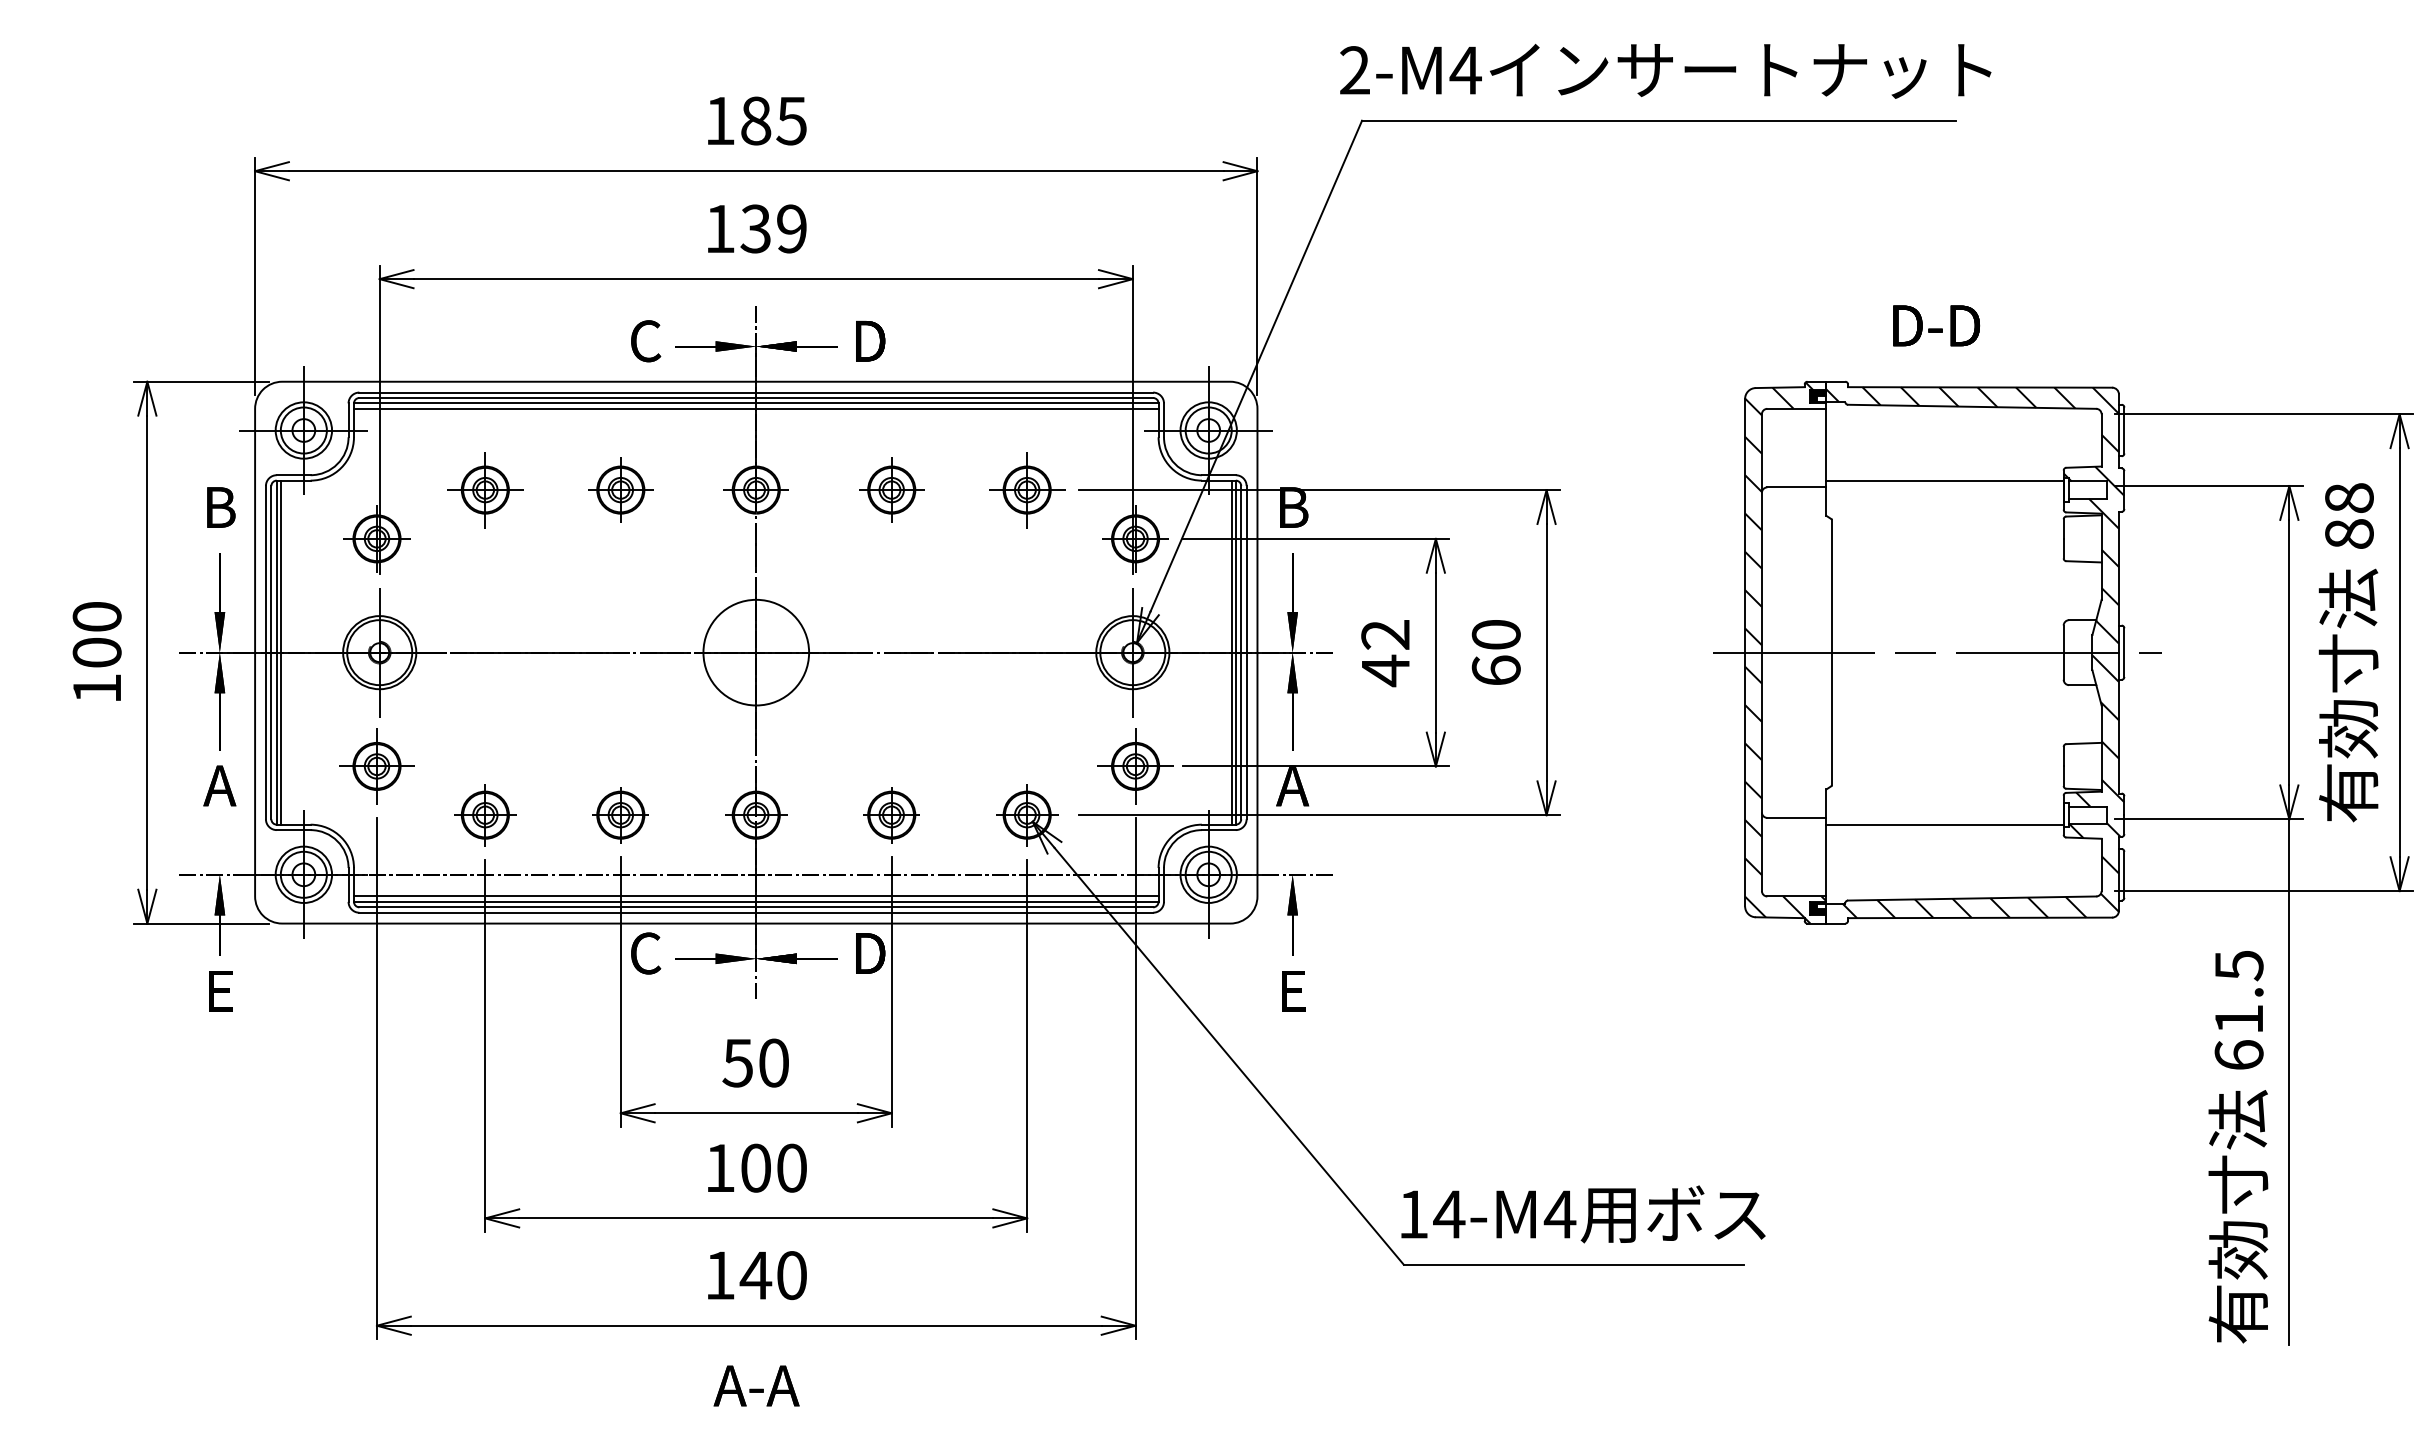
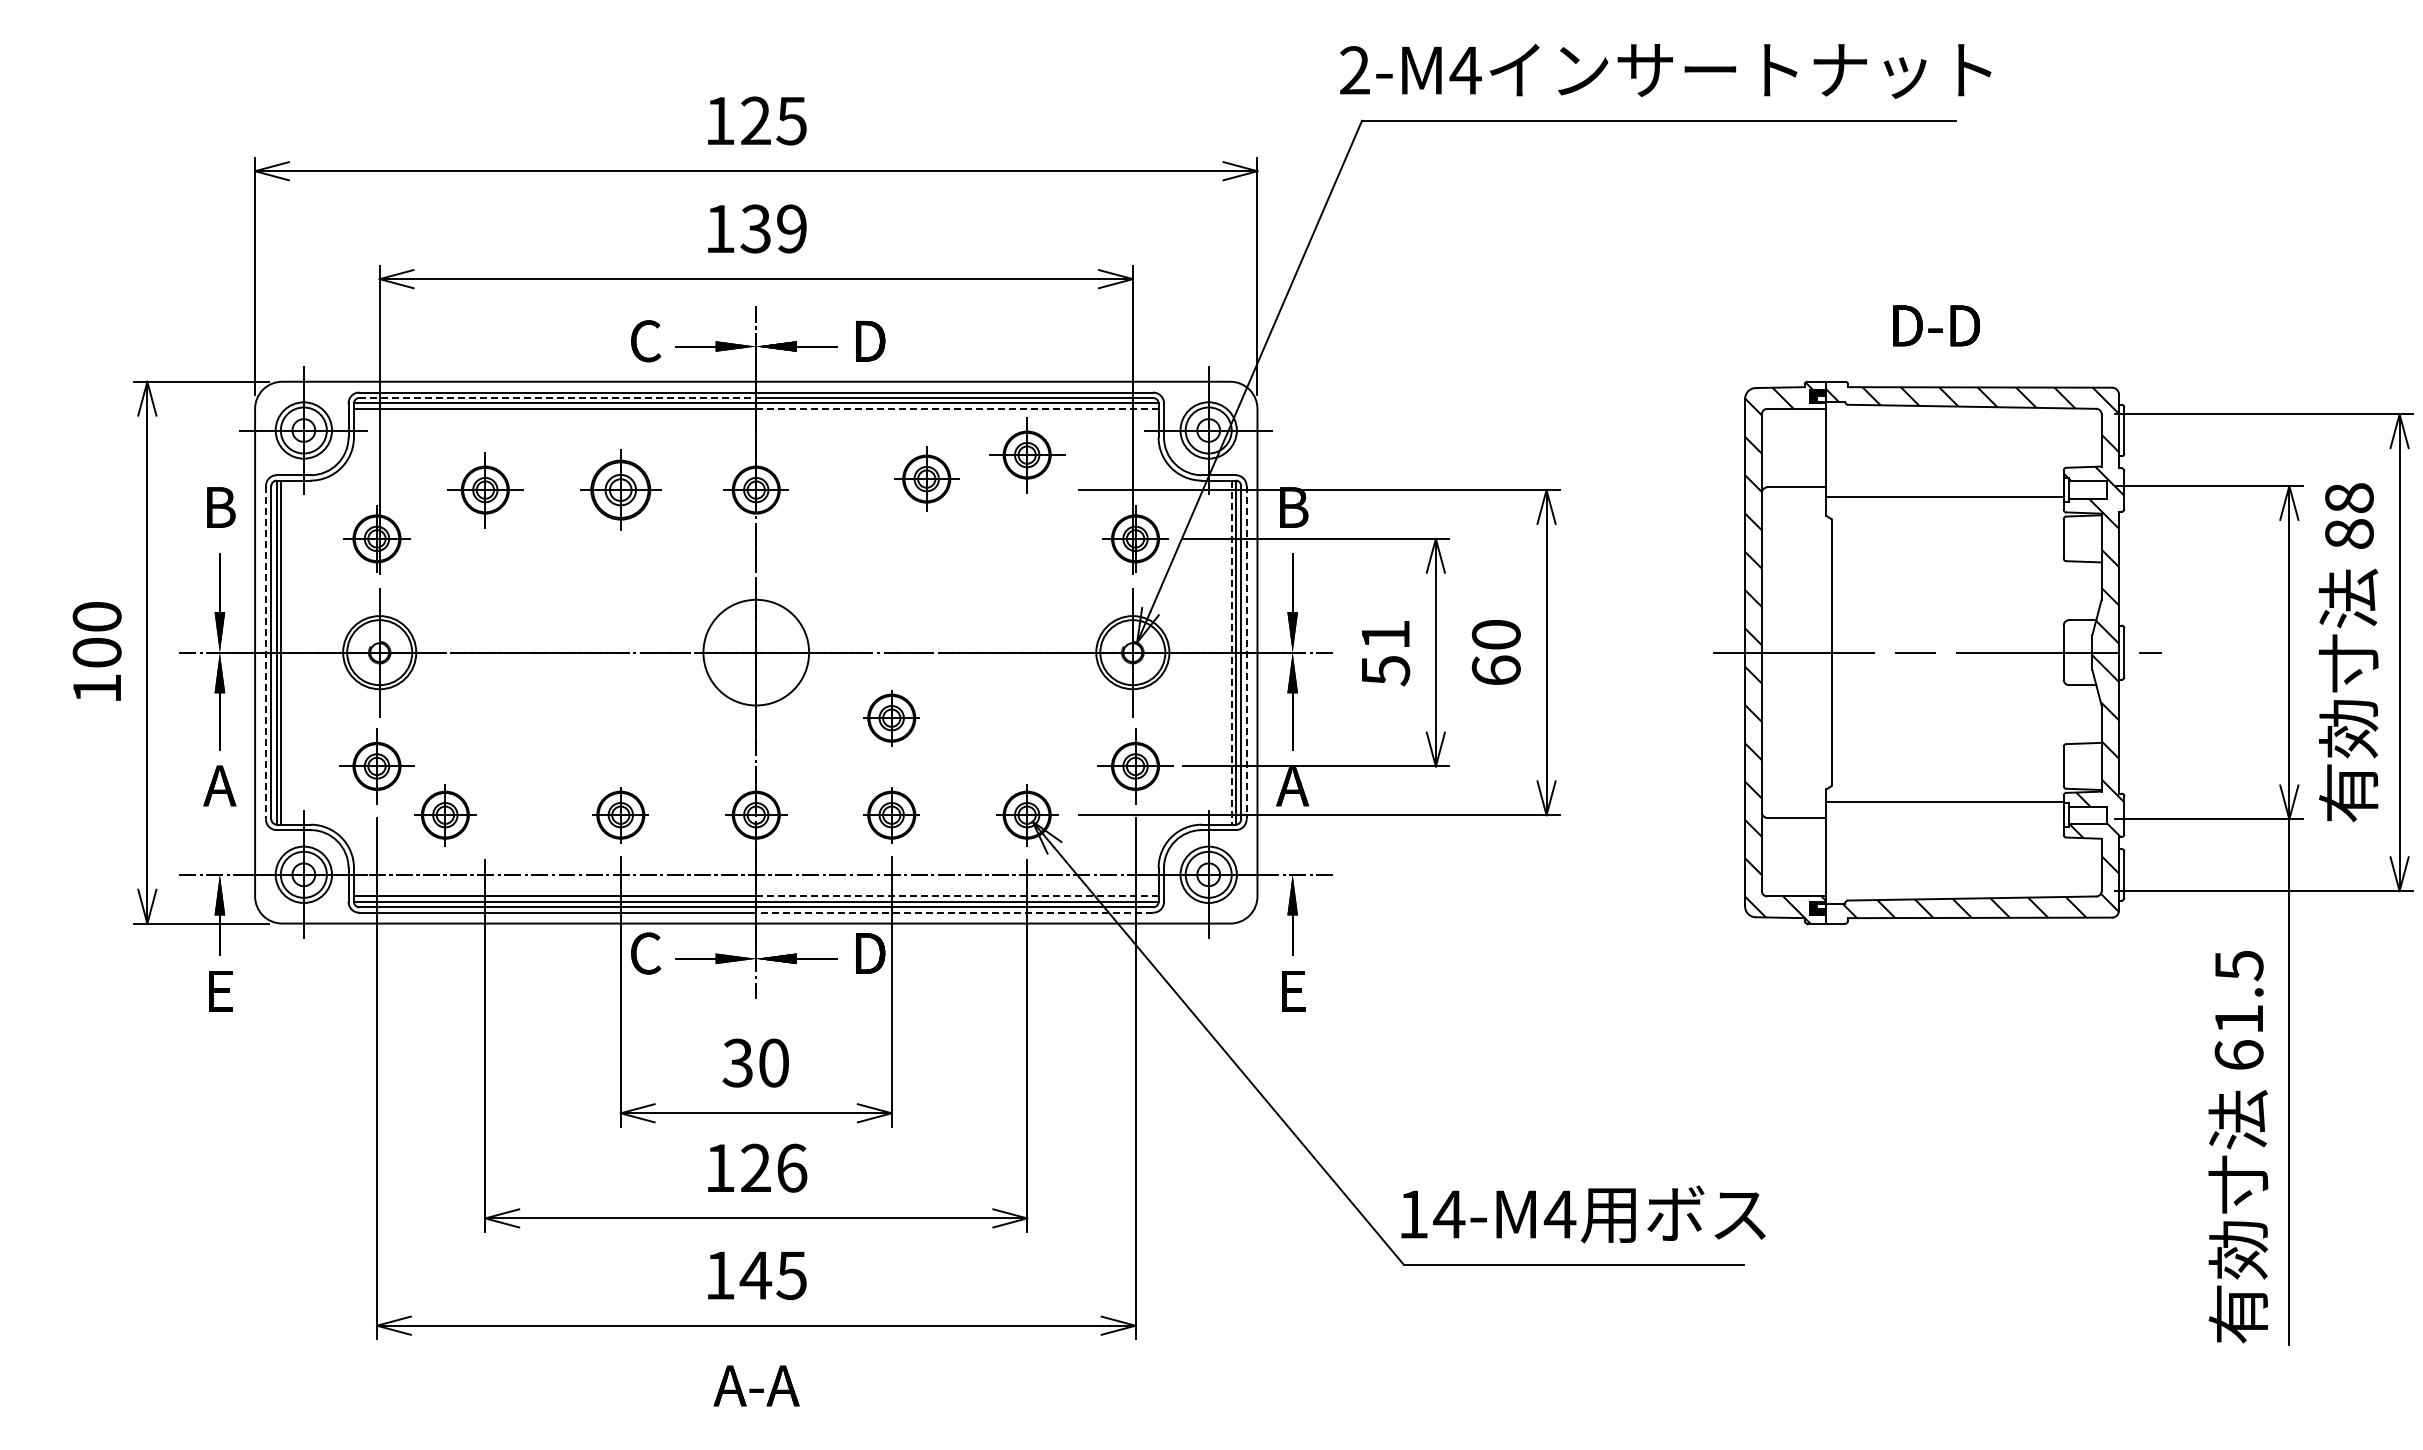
text at (756, 120): 185 -> 125
line at (558, 398): solid -> dashed
line at (956, 408): solid -> dashed
line at (1944, 480) position: (1944, 480) -> (1944, 496)
part at (620, 489) size: 66x66 px -> 82x82 px
part at (891, 489) position: (891, 489) -> (926, 478)
part at (1027, 490) position: (1027, 490) -> (1027, 455)
line at (265, 652): solid -> dashed
line at (1246, 652): solid -> dashed
line at (1231, 653): solid -> dashed
text at (1385, 653): 42 -> 51
part at (891, 718): none -> present
part at (485, 815) position: (485, 815) -> (445, 815)
line at (1944, 824) position: (1944, 824) -> (1944, 801)
line at (956, 896): solid -> dashed
line at (954, 912): solid -> dashed
text at (737, 1062): 50 -> 30
text at (774, 1167): 100 -> 126
text at (791, 1275): 140 -> 145
